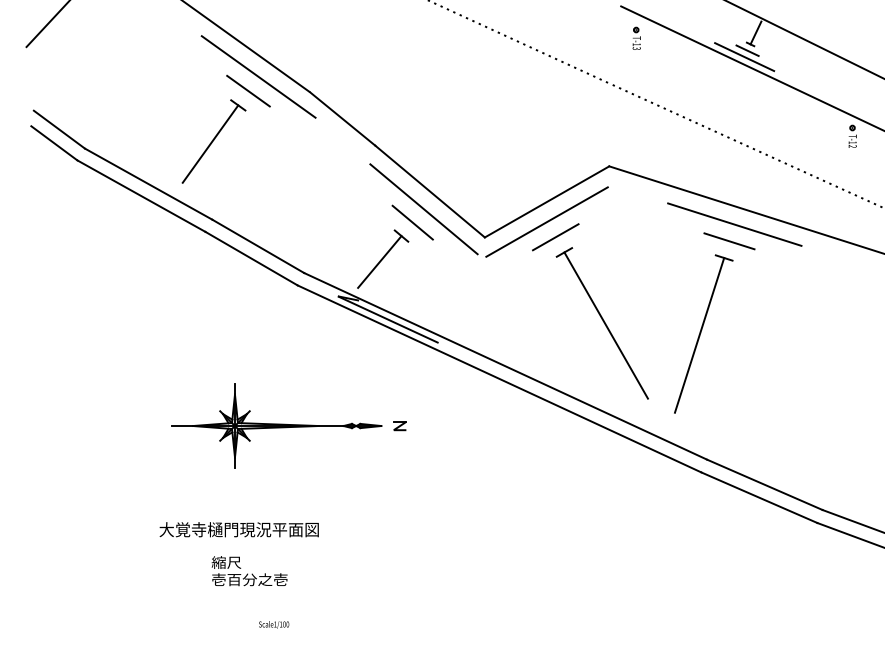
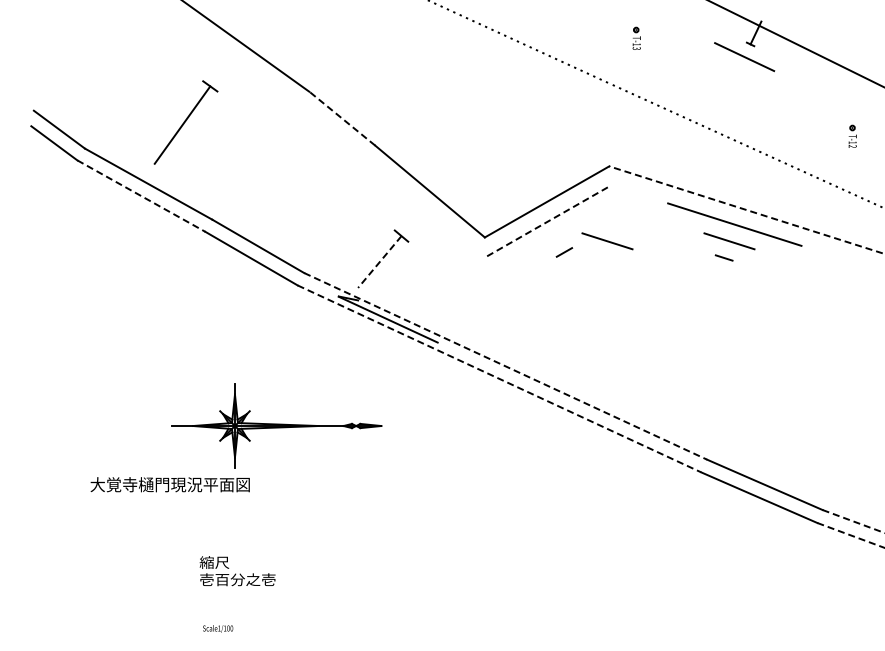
line at (47, 24): present -> none
line at (804, 39) position: (804, 39) -> (796, 44)
line at (747, 50): present -> none
line at (751, 67): present -> none
line at (258, 76): present -> none
line at (248, 90): present -> none
line at (342, 118): solid -> dashed
part at (213, 141) position: (213, 141) -> (185, 122)
line at (141, 196): solid -> dashed
line at (423, 209): present -> none
line at (746, 210): solid -> dashed
line at (412, 222): present -> none
line at (547, 222): solid -> dashed
line at (555, 237): present -> none
line at (607, 241): none -> present
line at (379, 262): solid -> dashed
line at (606, 325): present -> none
line at (699, 335): present -> none
line at (506, 366): solid -> dashed
line at (499, 379): solid -> dashed
part at (399, 426): present -> none
line at (853, 521): solid -> dashed
text at (238, 529) position: (238, 529) -> (169, 484)
line at (851, 535): solid -> dashed
text at (249, 571) position: (249, 571) -> (237, 571)
text at (274, 624) position: (274, 624) -> (218, 628)
